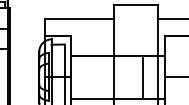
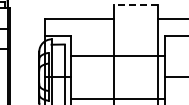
line at (135, 4): solid -> dashed
line at (142, 77): present -> none
